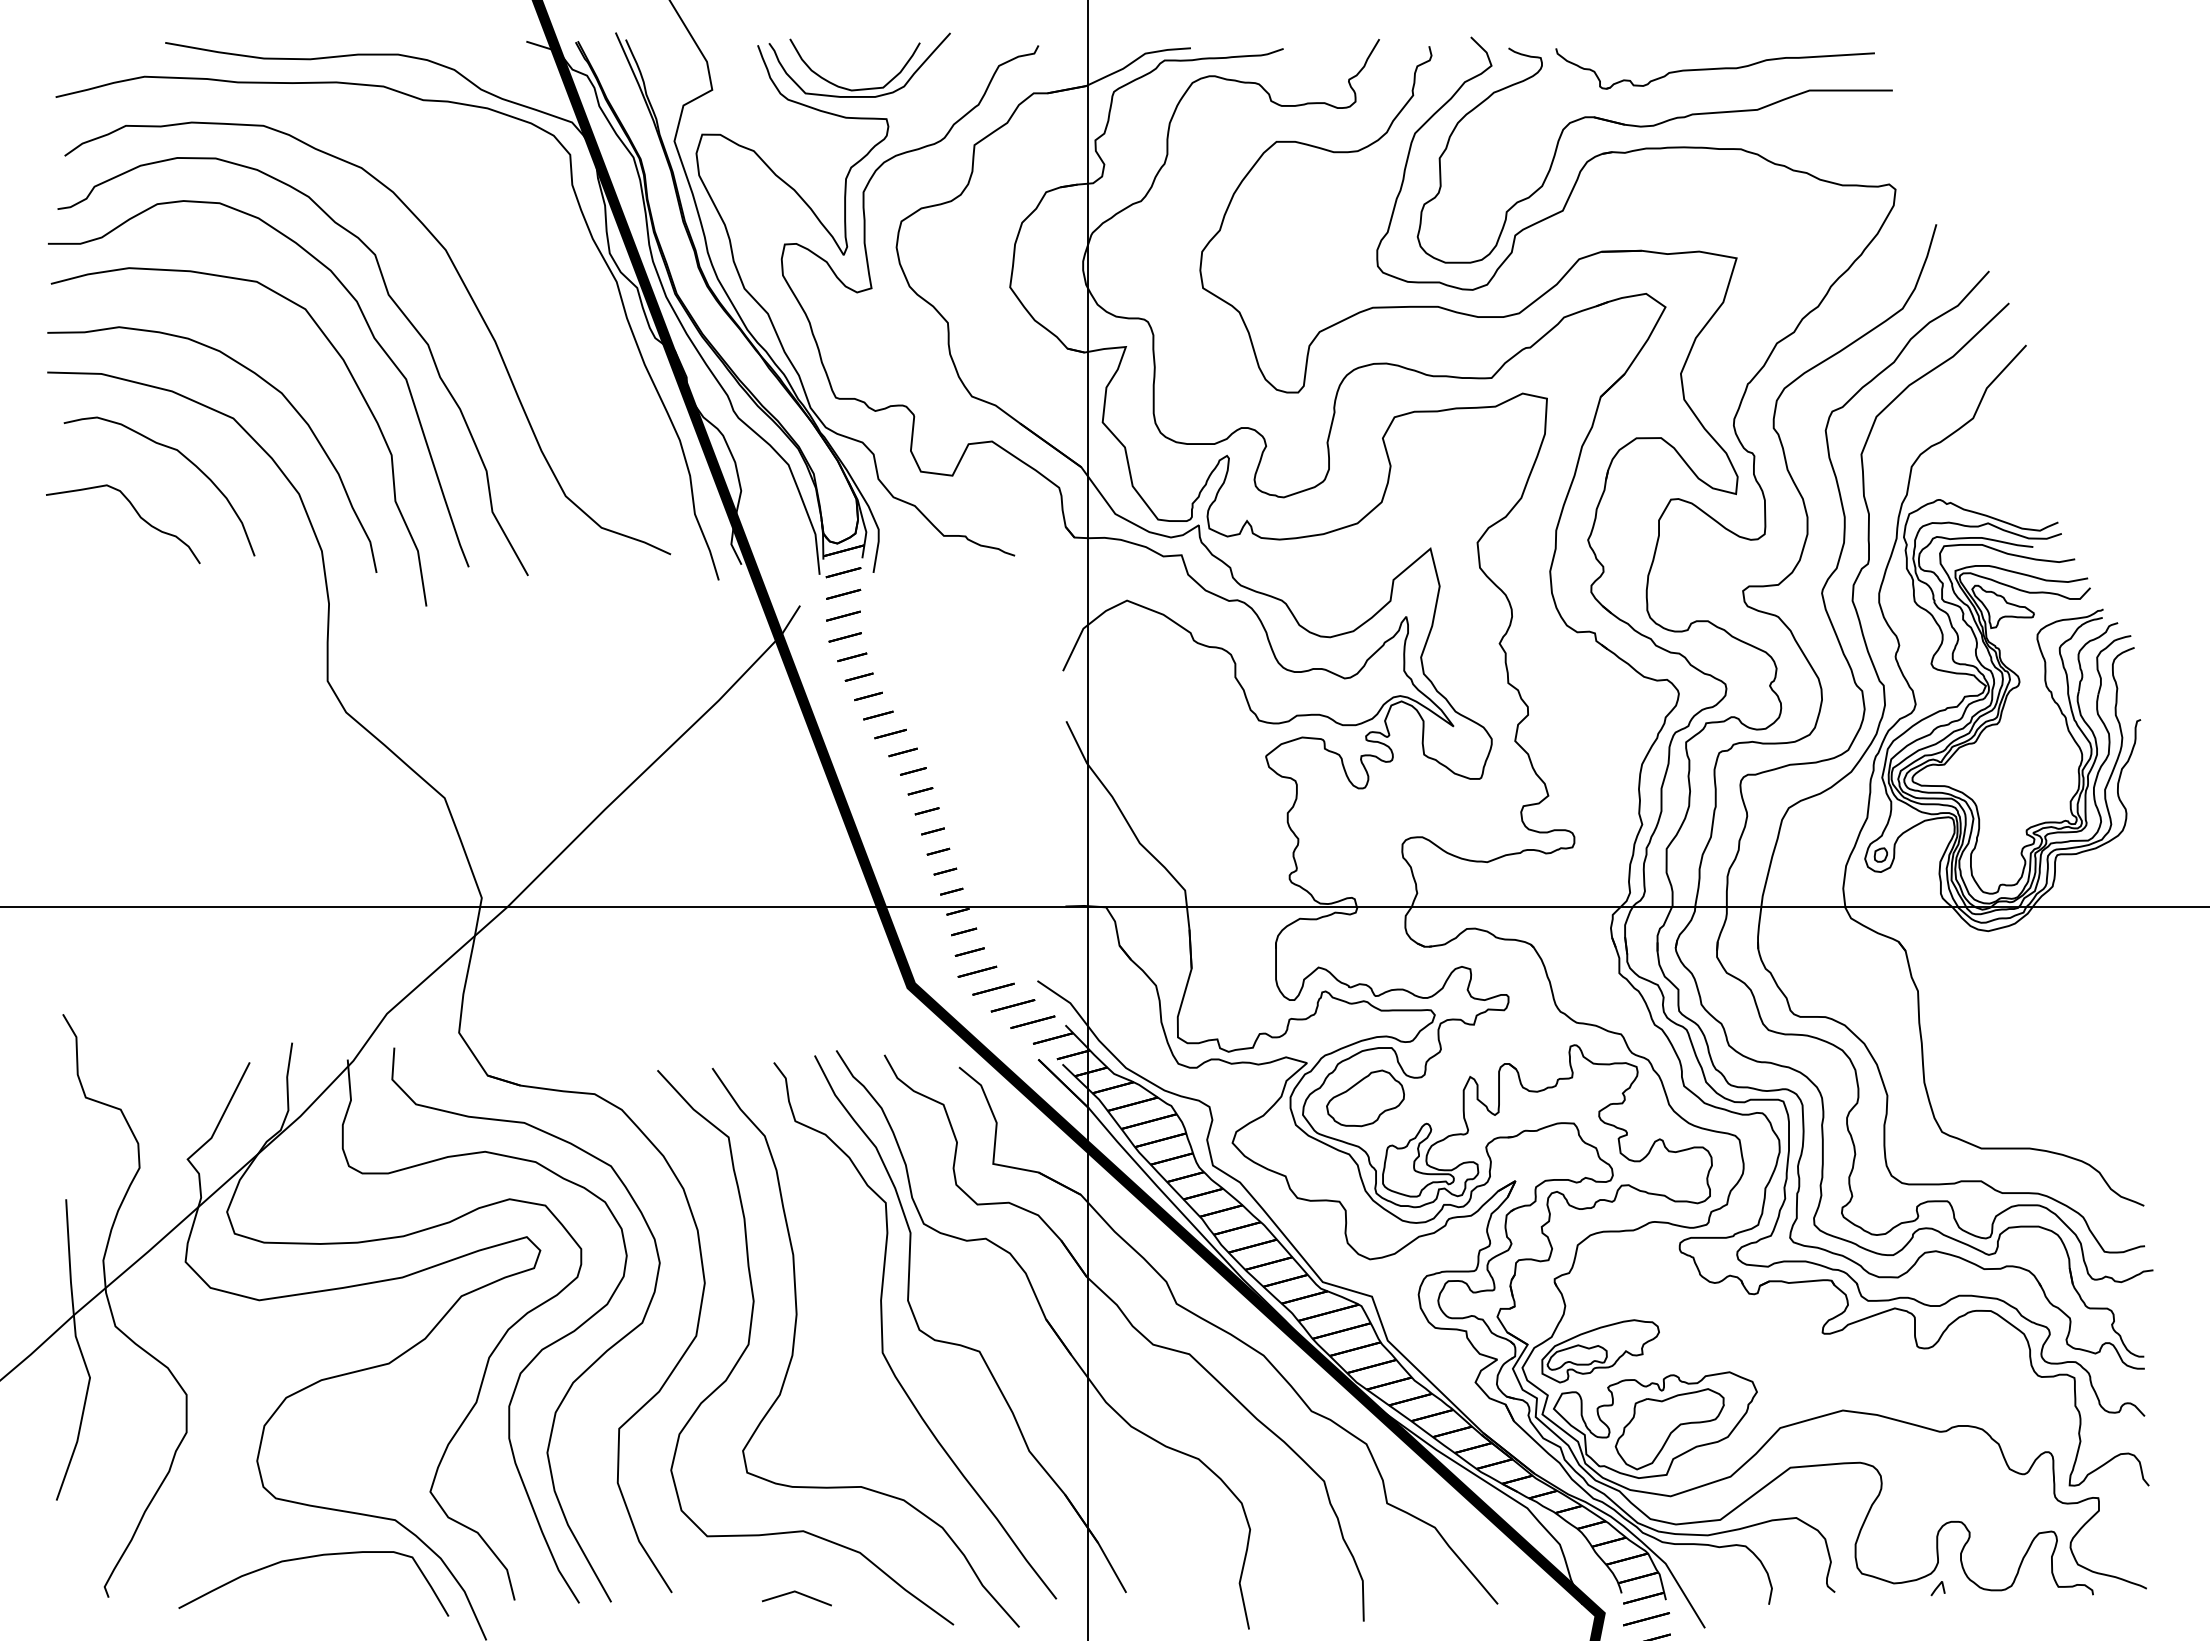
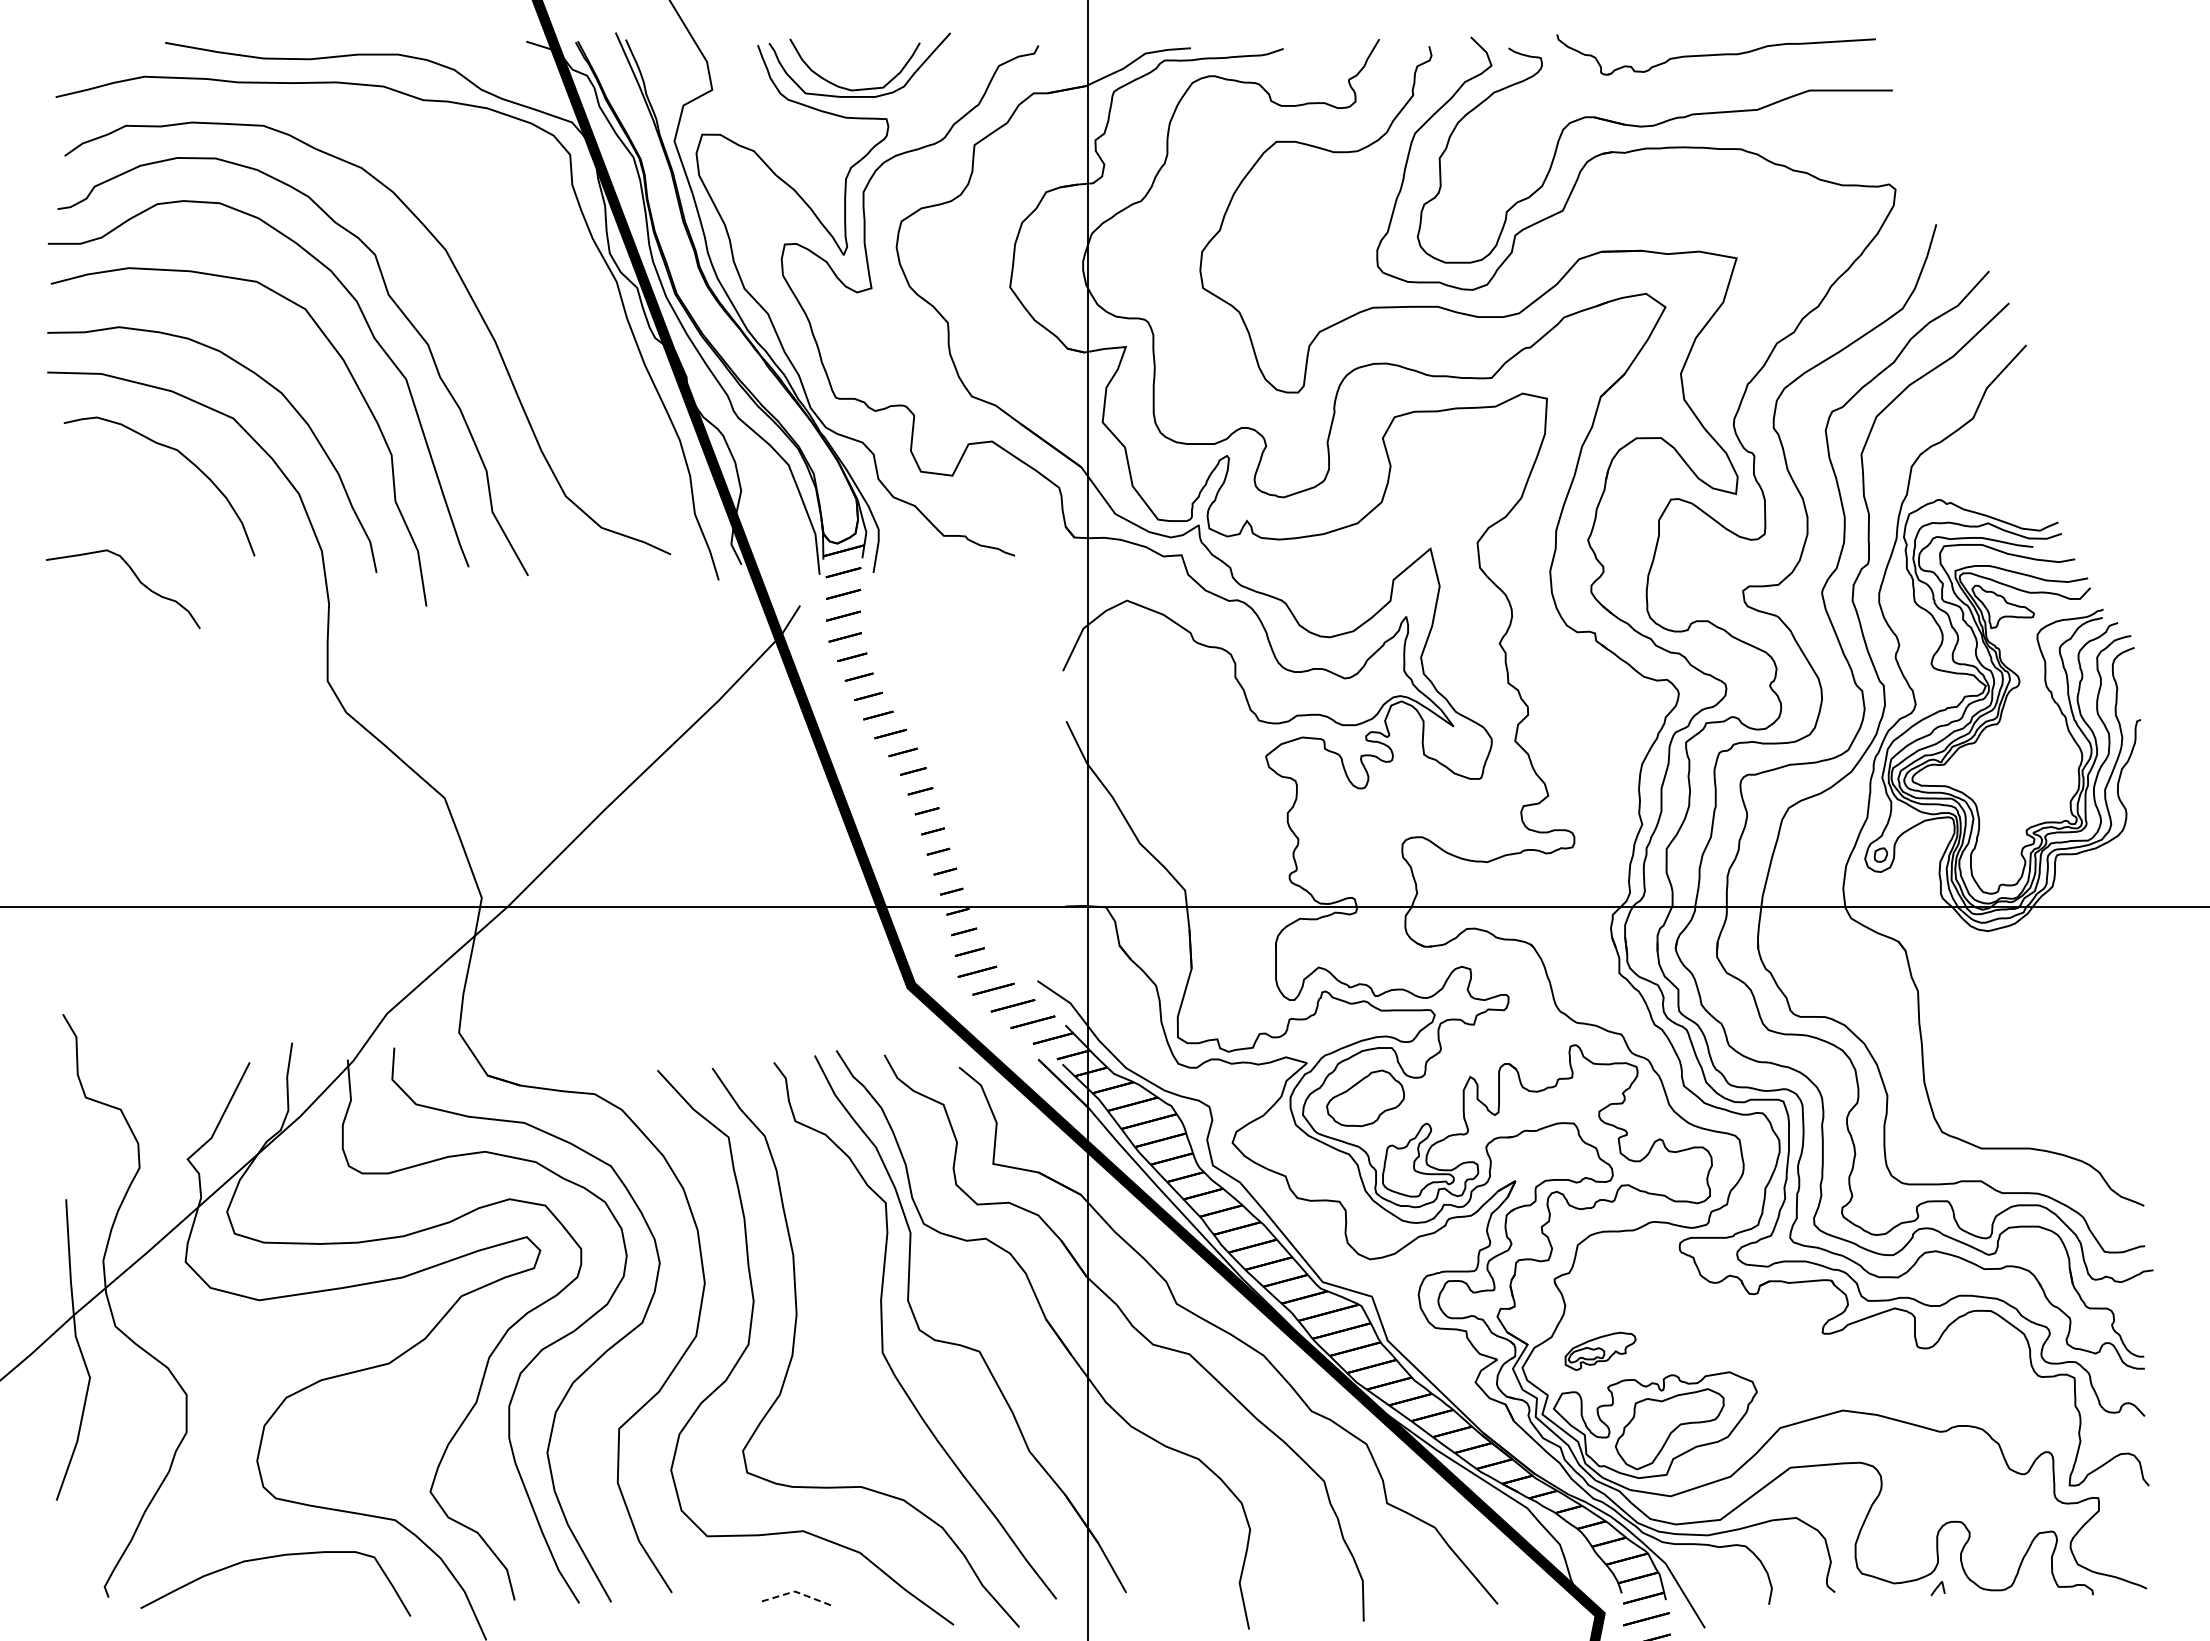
part at (1714, 68) position: (1714, 68) -> (1715, 54)
curve at (138, 516) position: (138, 516) -> (138, 581)
part at (1600, 1351) size: 119x65 px -> 73x40 px
curve at (308, 1558) position: (308, 1558) -> (270, 1558)
line at (796, 1592): solid -> dashed
